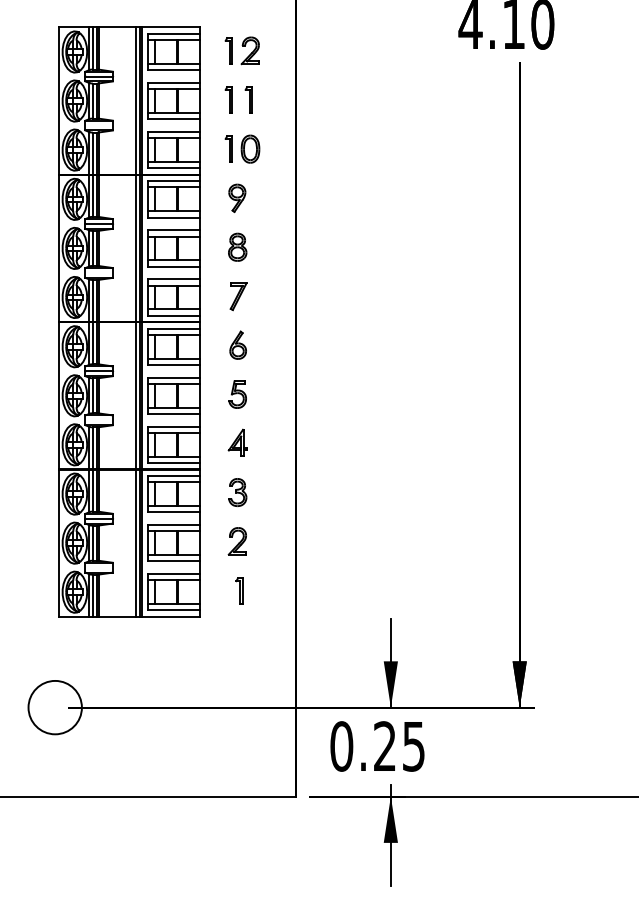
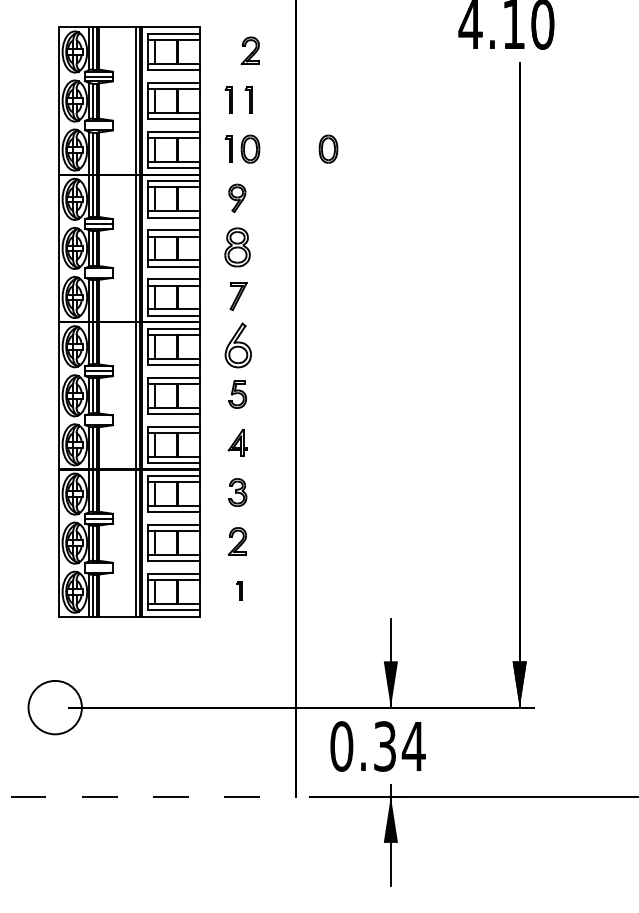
part at (228, 50): present -> none
part at (328, 148): none -> present
part at (237, 246) size: 20x30 px -> 27x41 px
part at (237, 344) size: 18x30 px -> 28x47 px
part at (239, 590) size: 9x28 px -> 7x20 px
text at (399, 746): 0.25 -> 0.34
line at (148, 796): solid -> dashed
